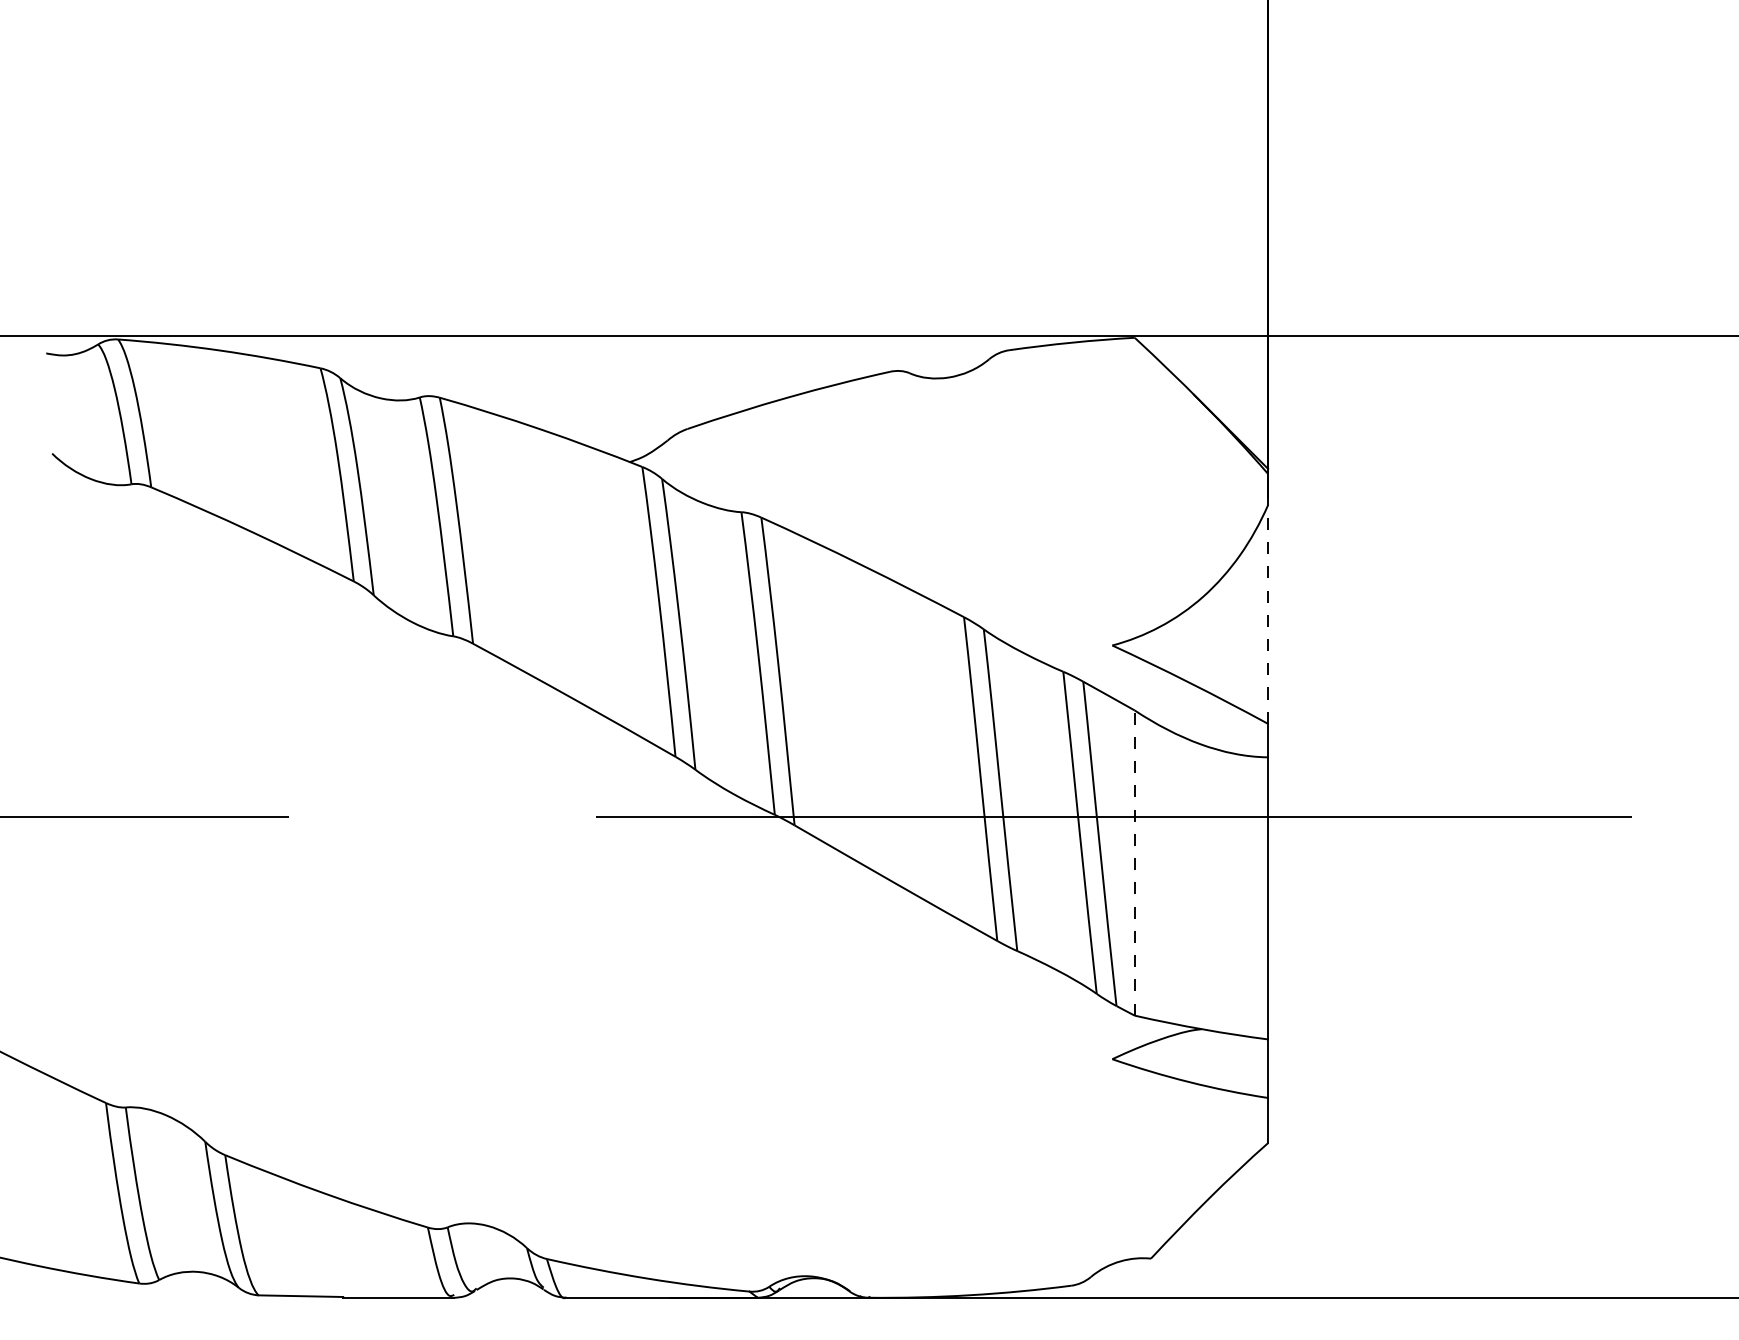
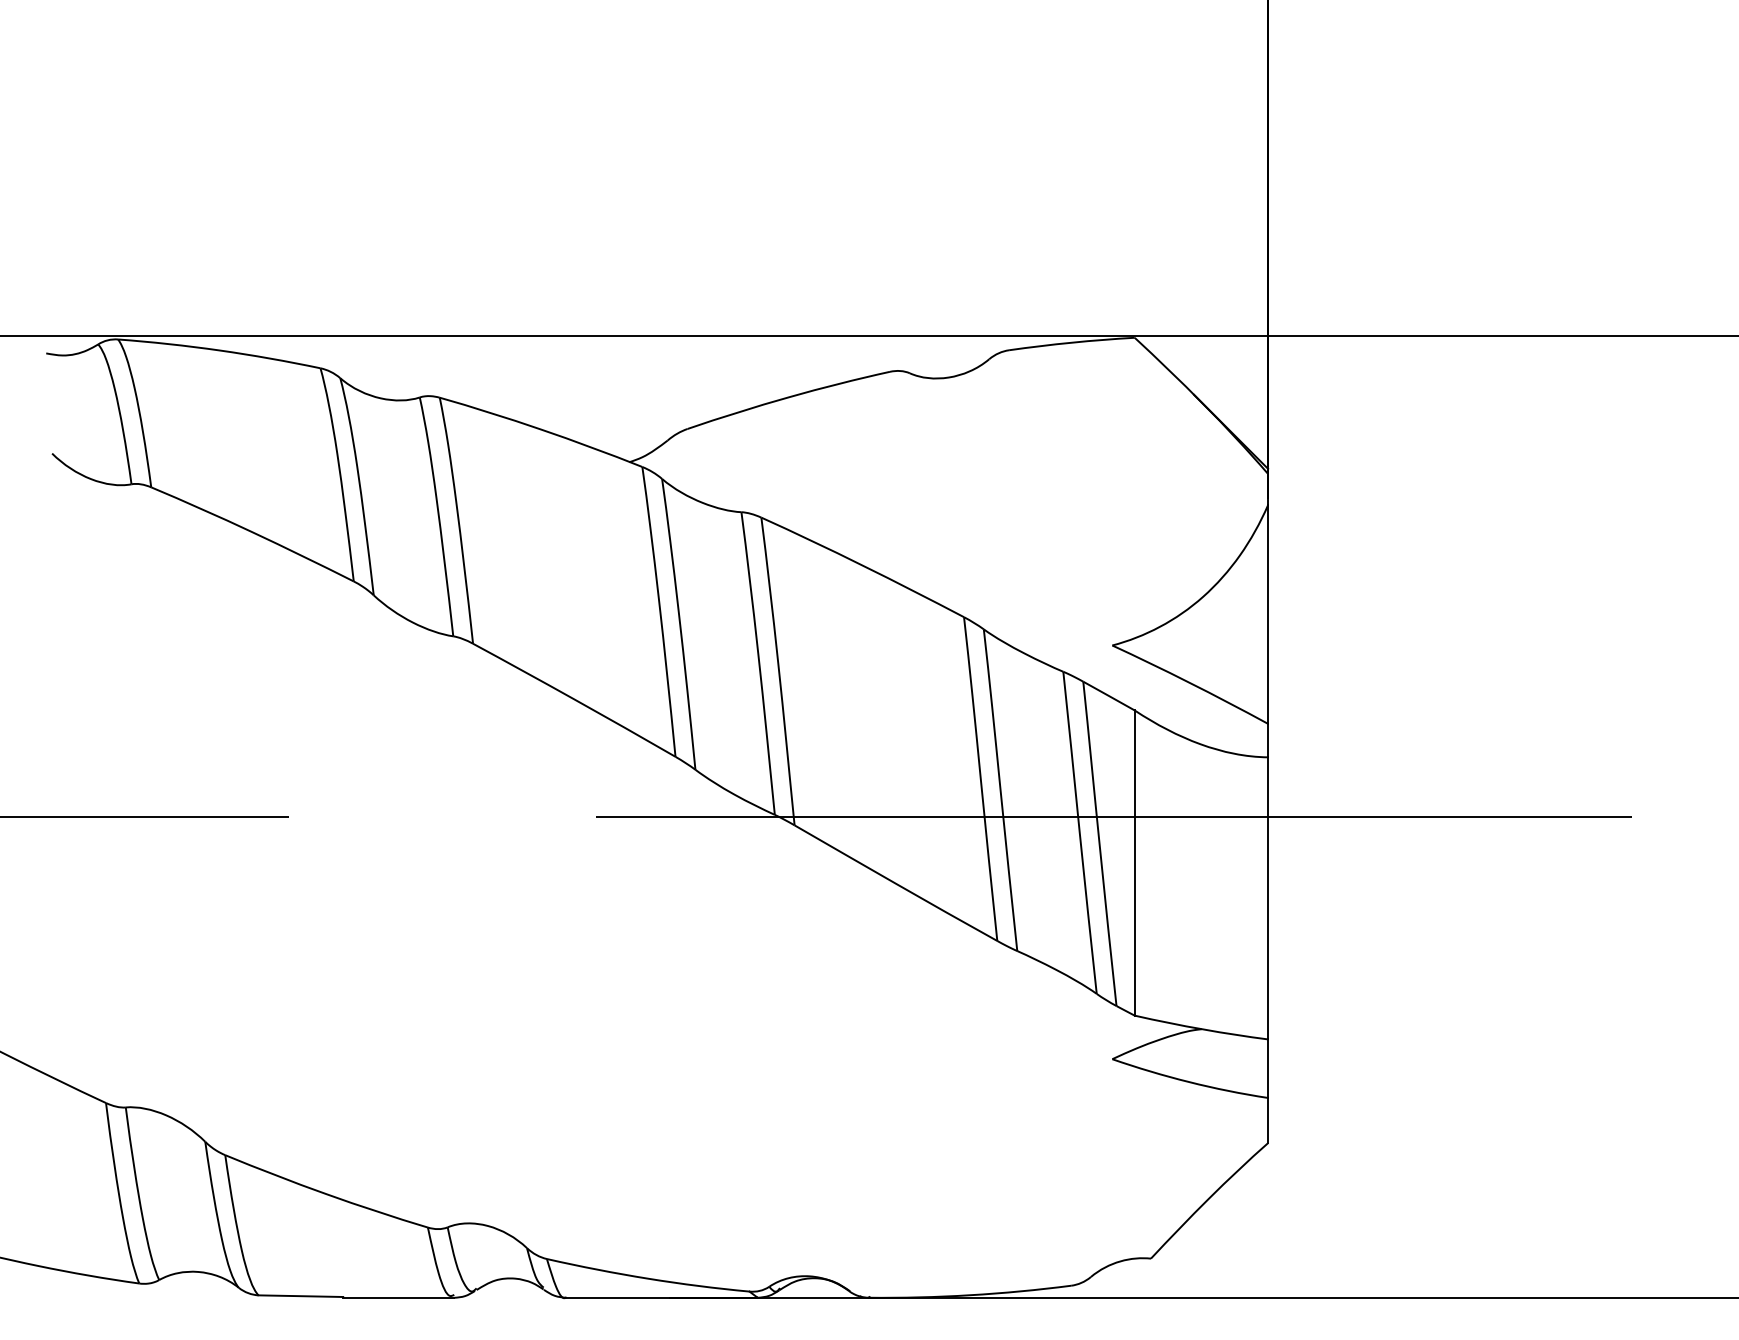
line at (1268, 614): dashed -> solid
line at (1134, 863): dashed -> solid
